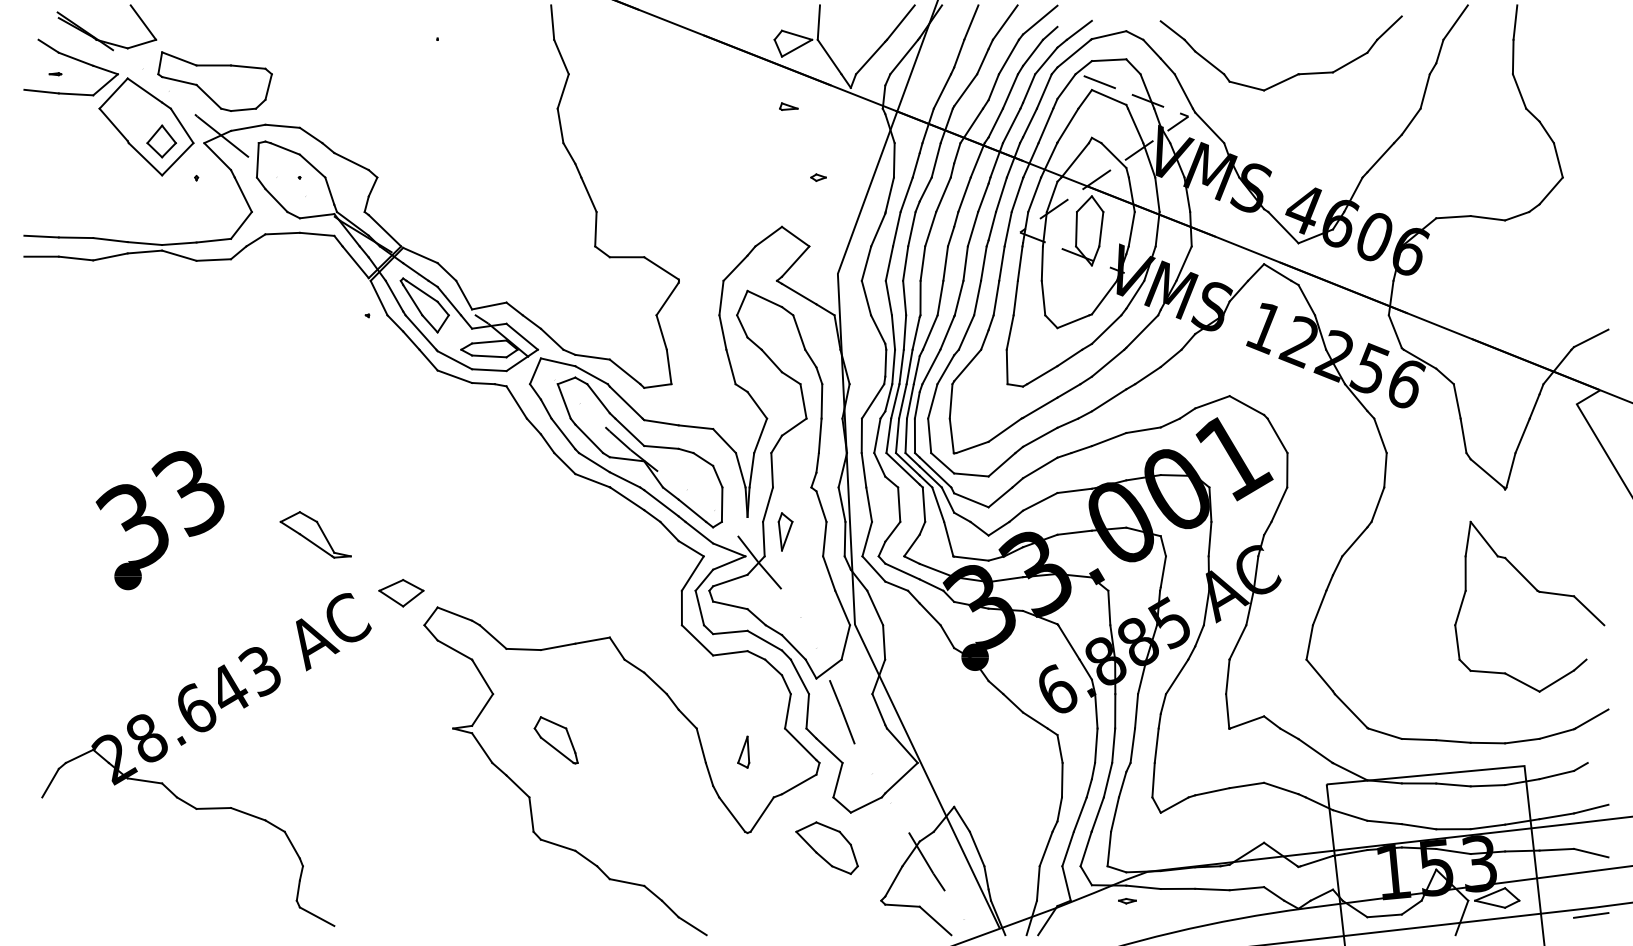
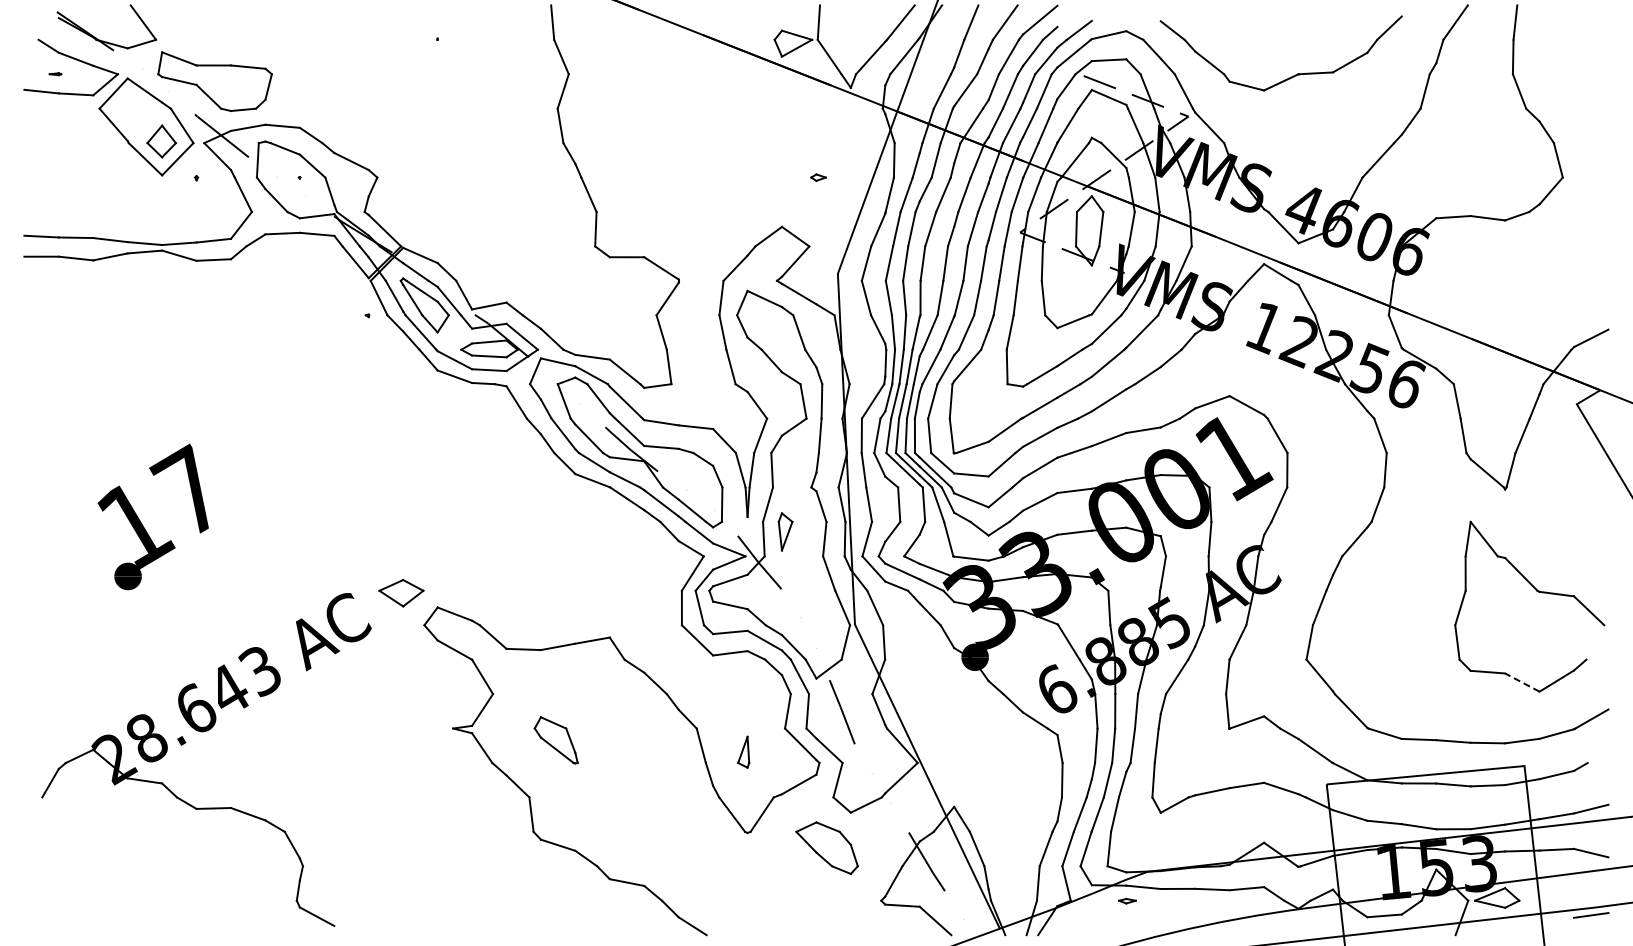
part at (788, 106): present -> none
text at (159, 506): 33 -> 17
part at (315, 534): present -> none
line at (1521, 682): solid -> dashed
